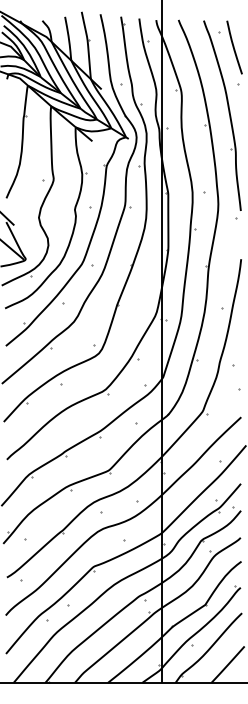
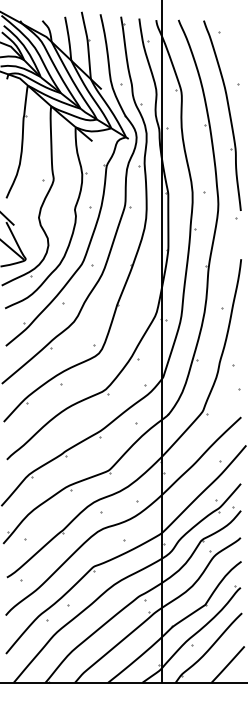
line at (234, 47): present -> none
